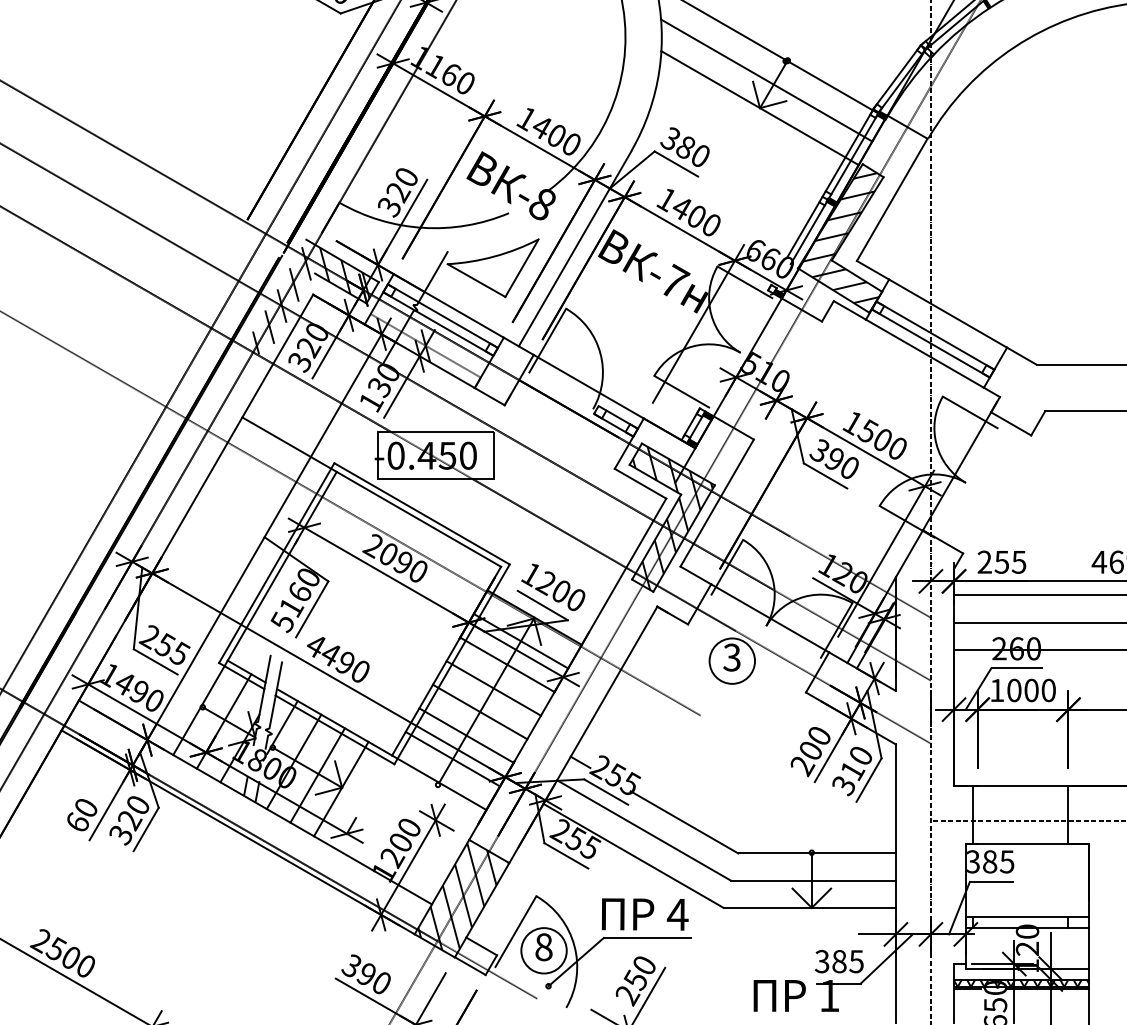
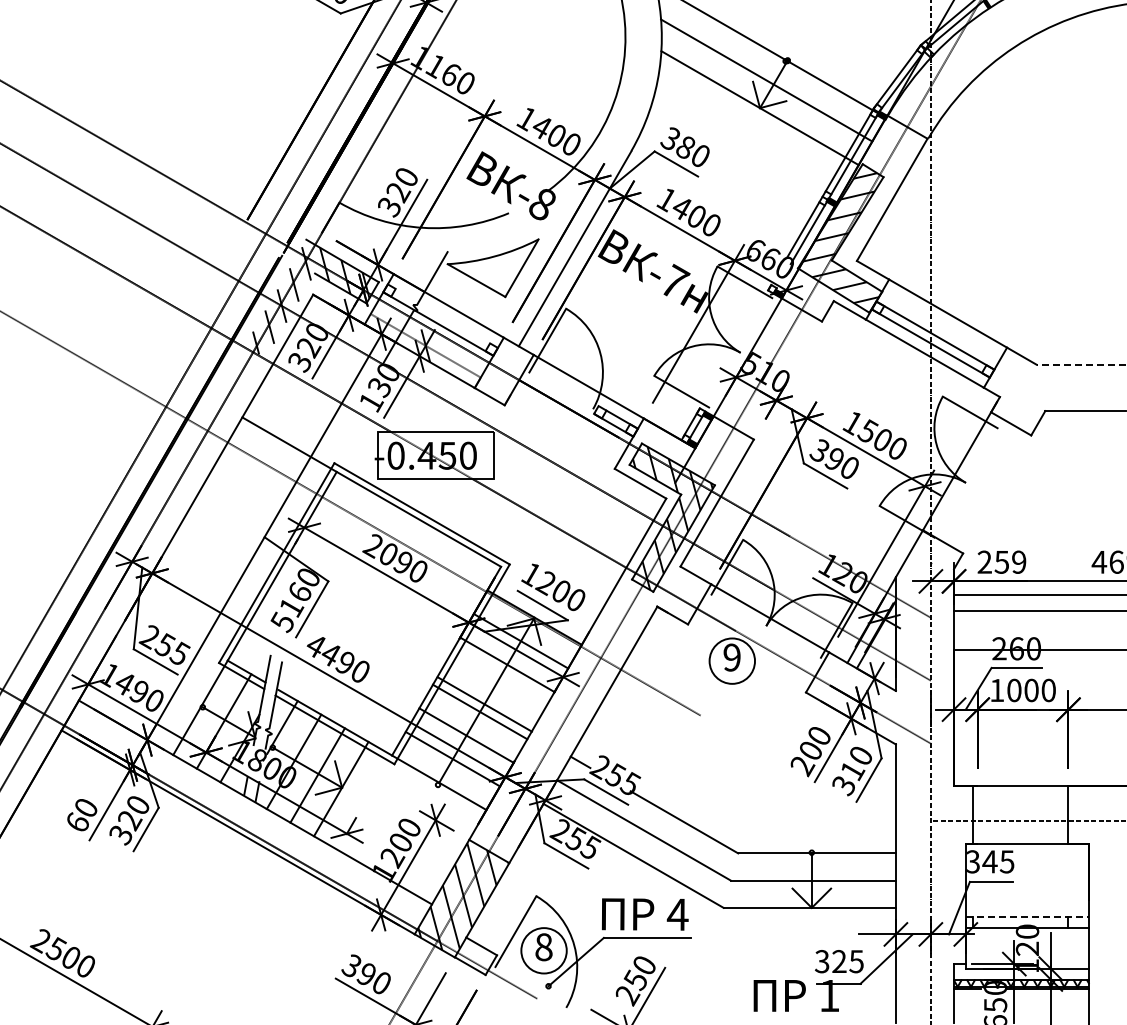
line at (442, 315): present -> none
line at (1081, 364): solid -> dashed
text at (1018, 561): 255 -> 259
line at (1038, 622) position: (1038, 622) -> (1038, 610)
text at (731, 657): 3 -> 9
line at (493, 688) position: (493, 688) -> (484, 704)
text at (989, 861): 385 -> 345
line at (1027, 916): solid -> dashed
text at (839, 961): 385 -> 325
